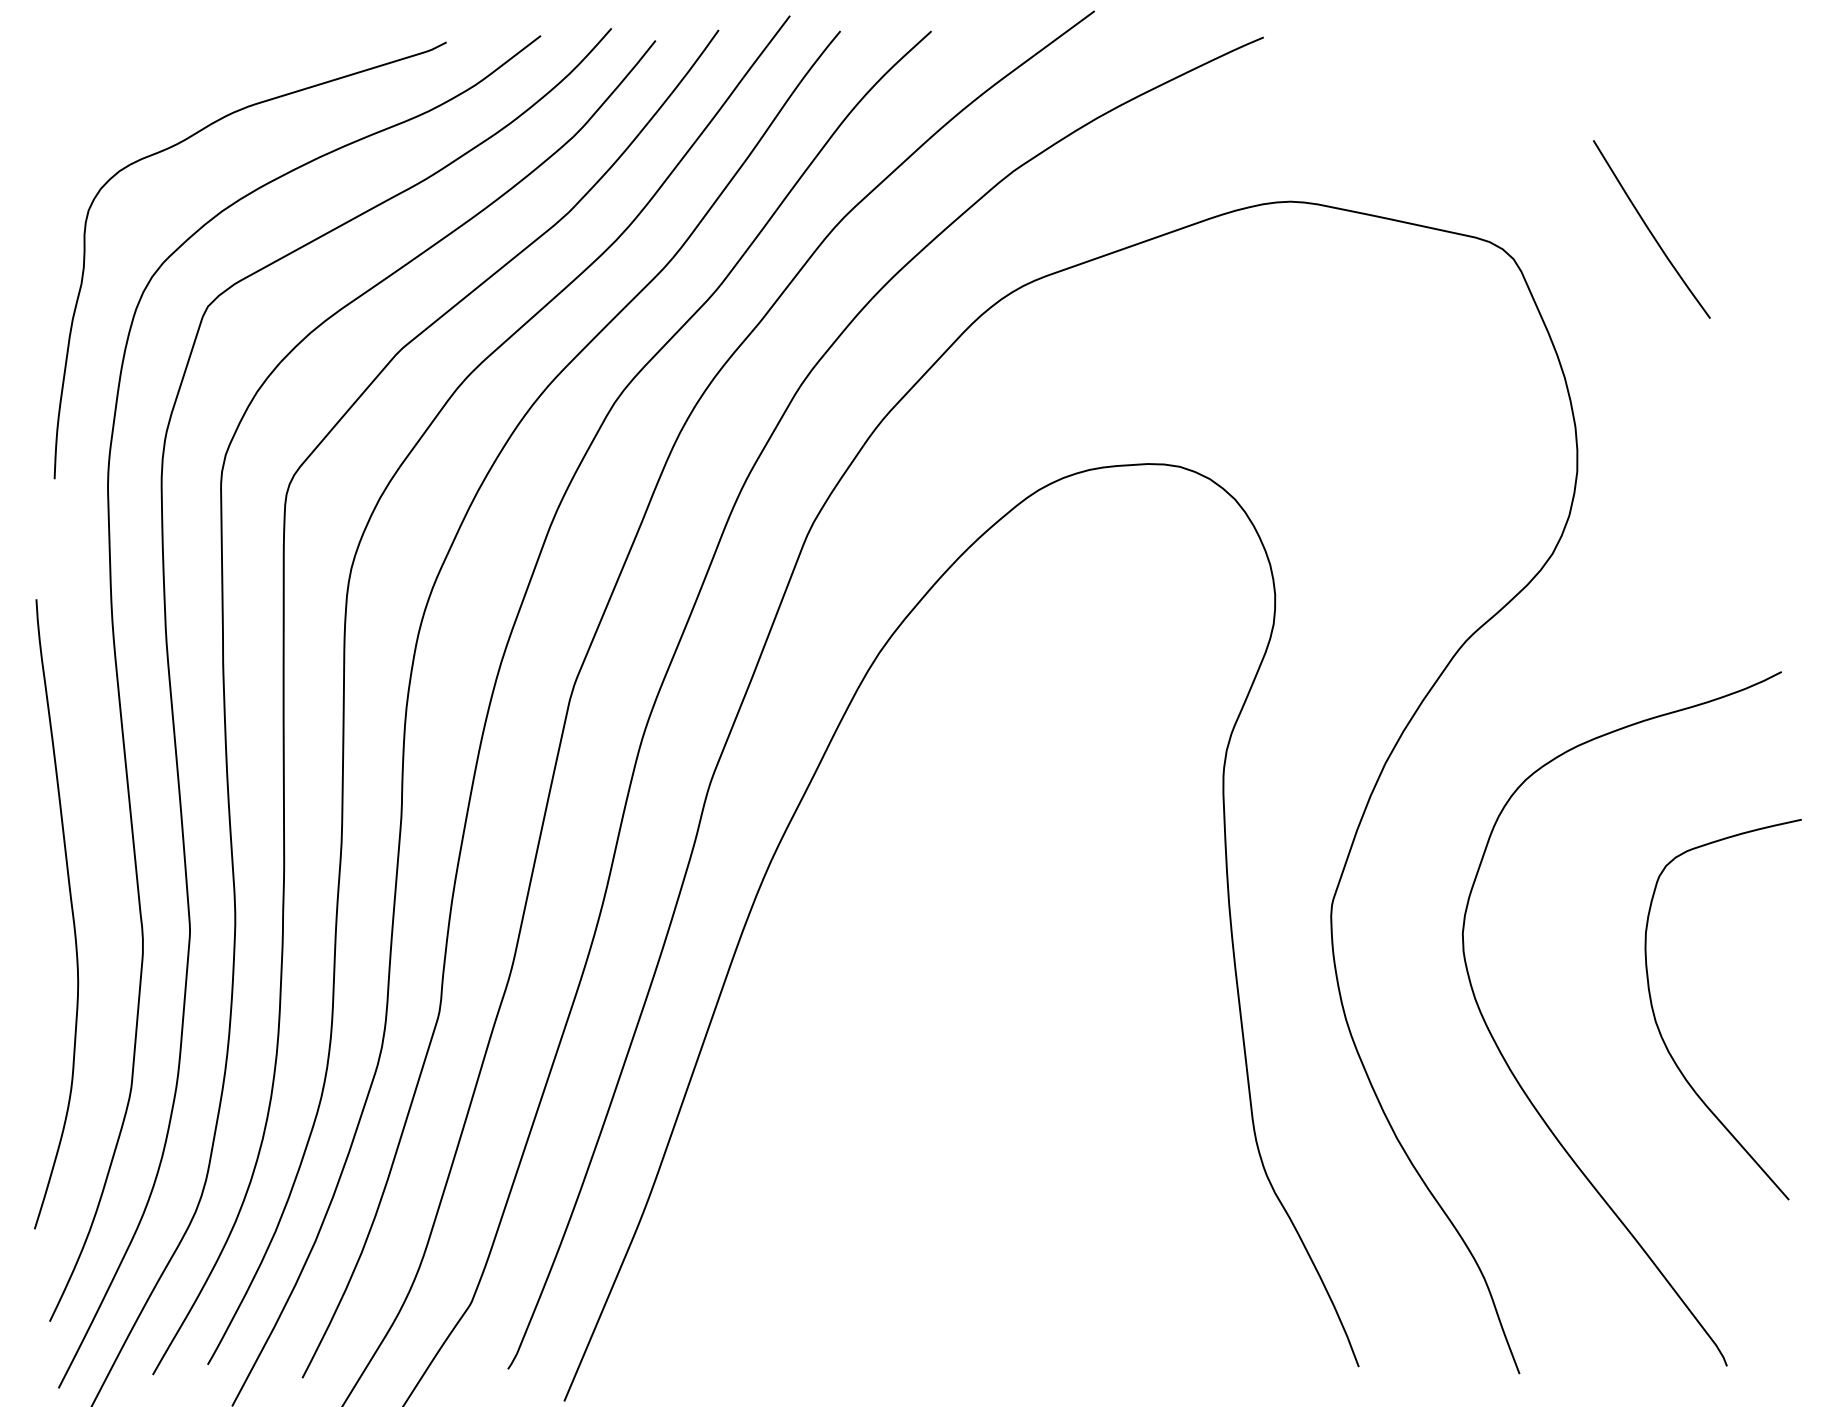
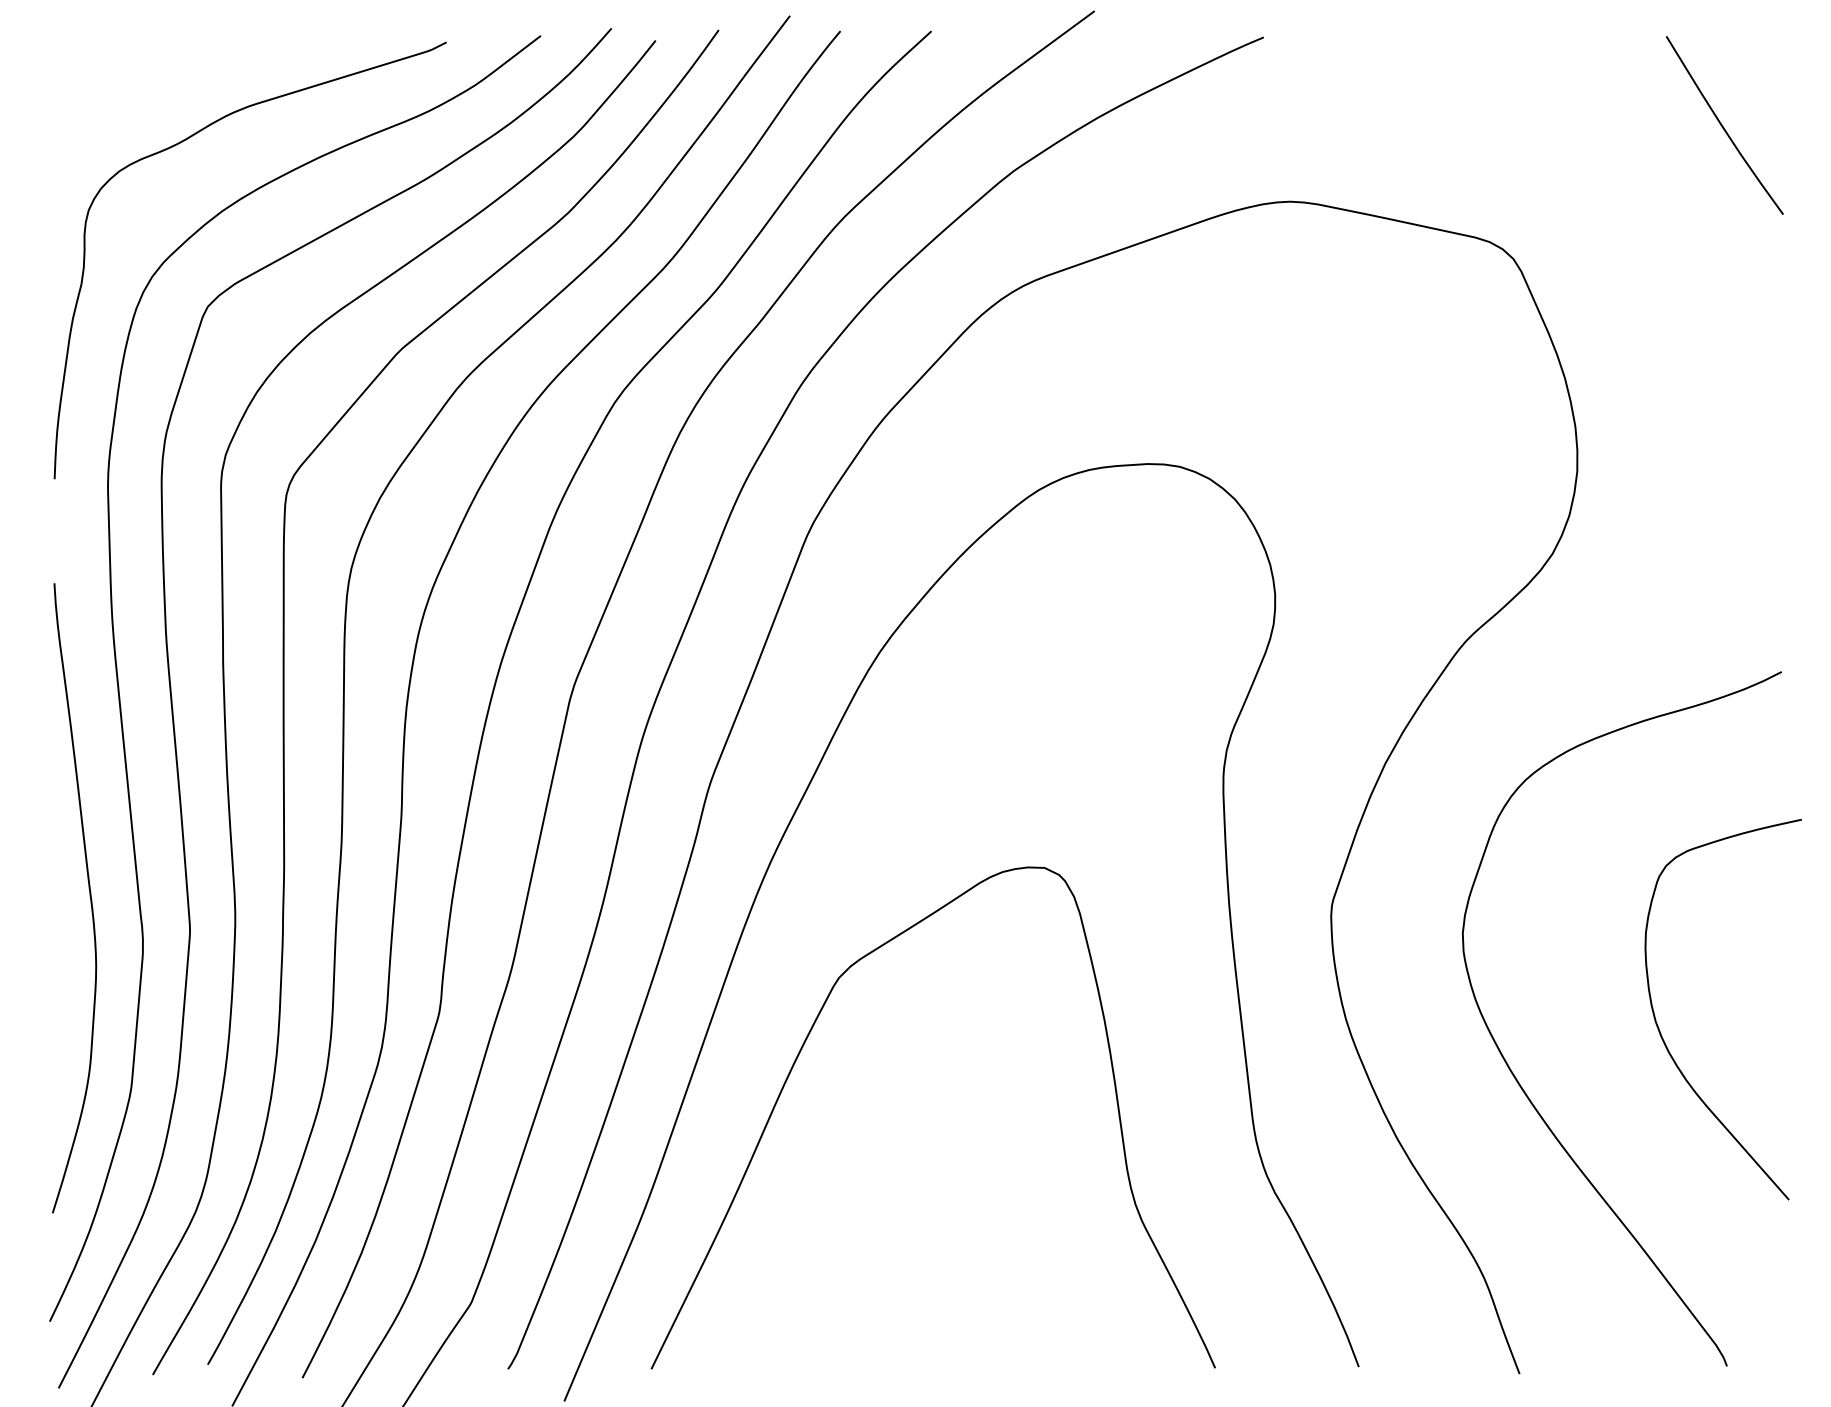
curve at (1650, 230) position: (1650, 230) -> (1723, 126)
curve at (71, 912) position: (71, 912) -> (89, 896)
curve at (801, 1051): none -> present
